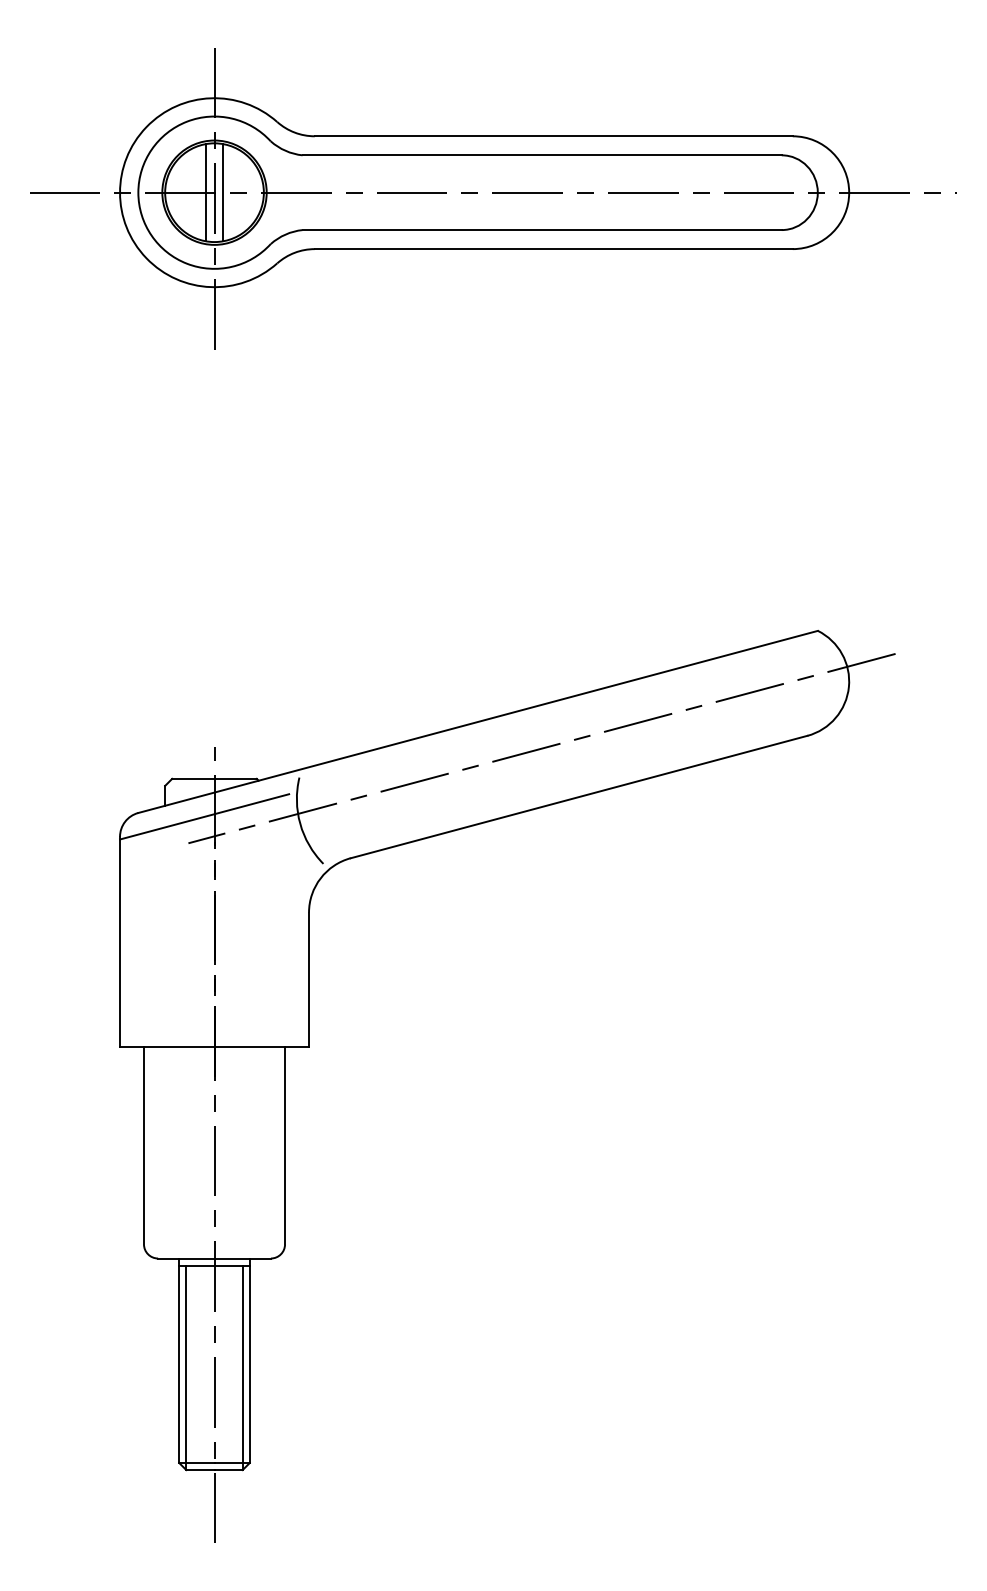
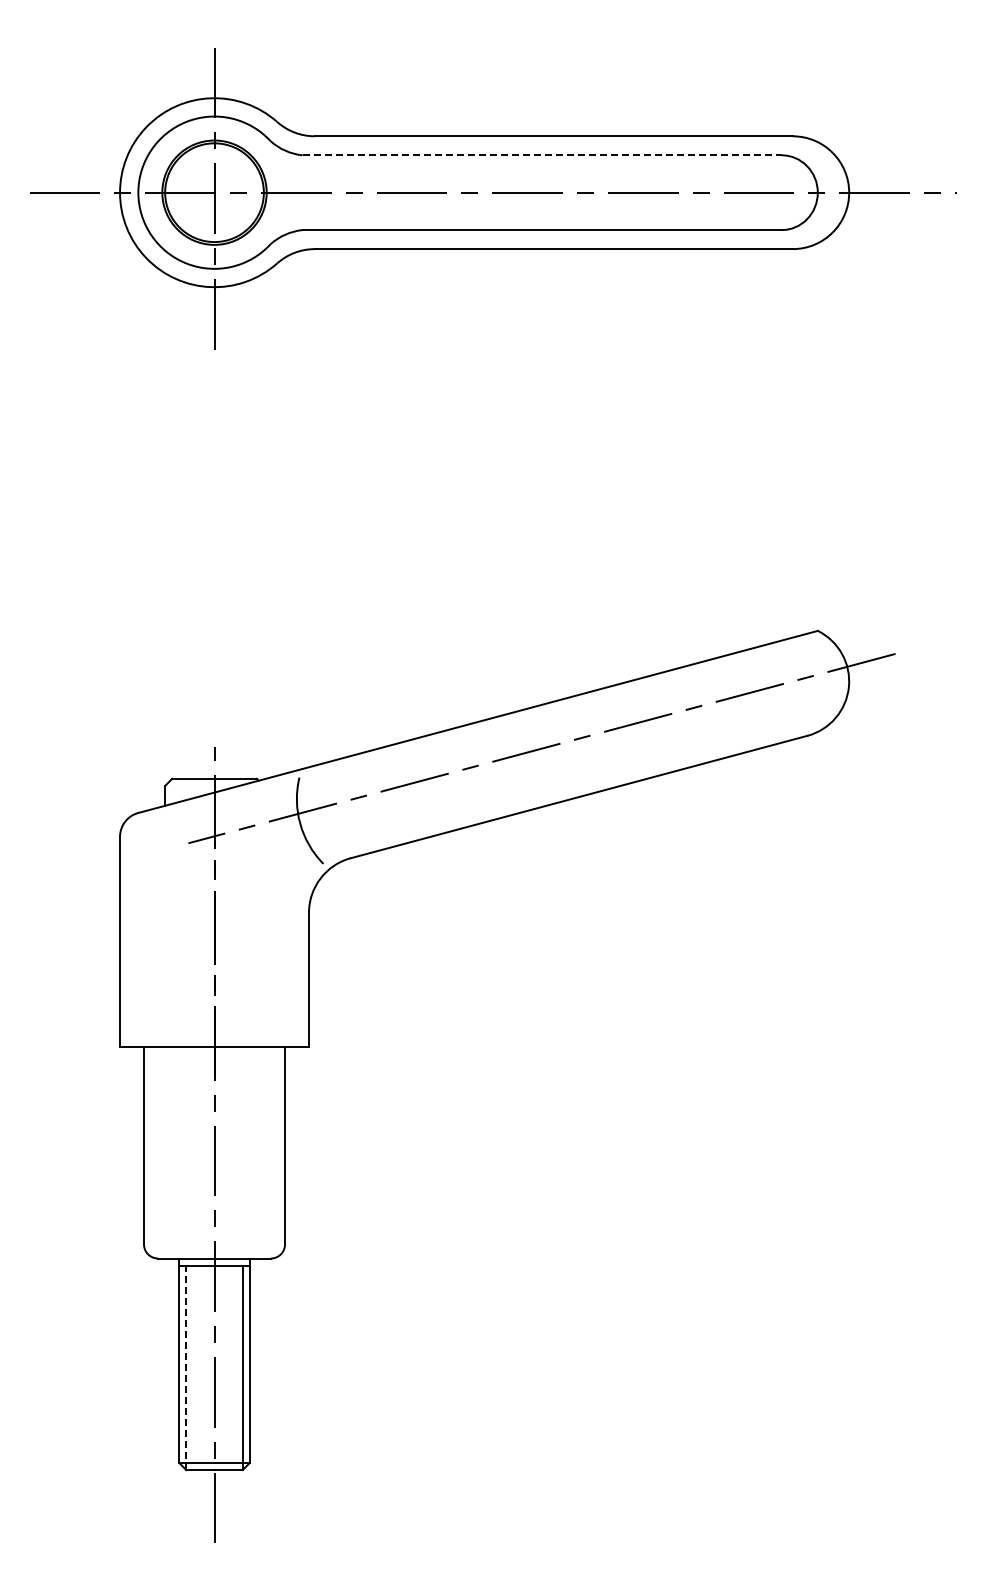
line at (542, 155): solid -> dashed
line at (206, 192): present -> none
line at (222, 192): present -> none
line at (204, 816): present -> none
line at (186, 1367): solid -> dashed
